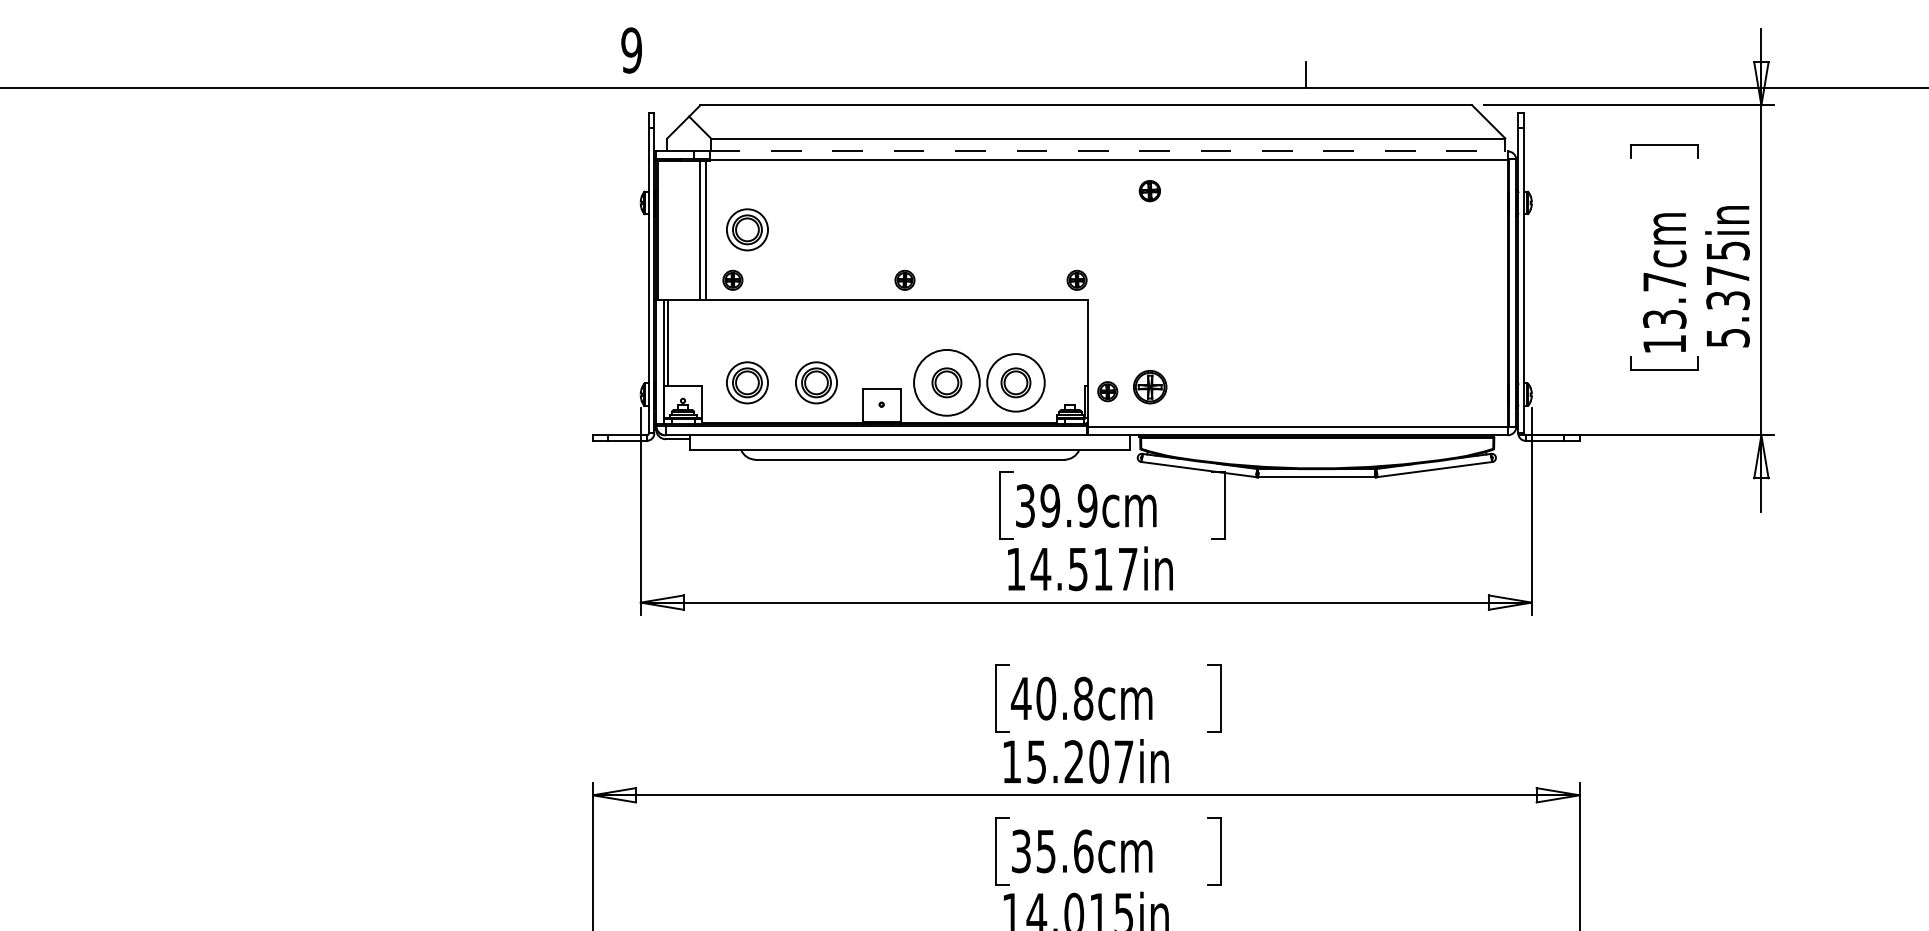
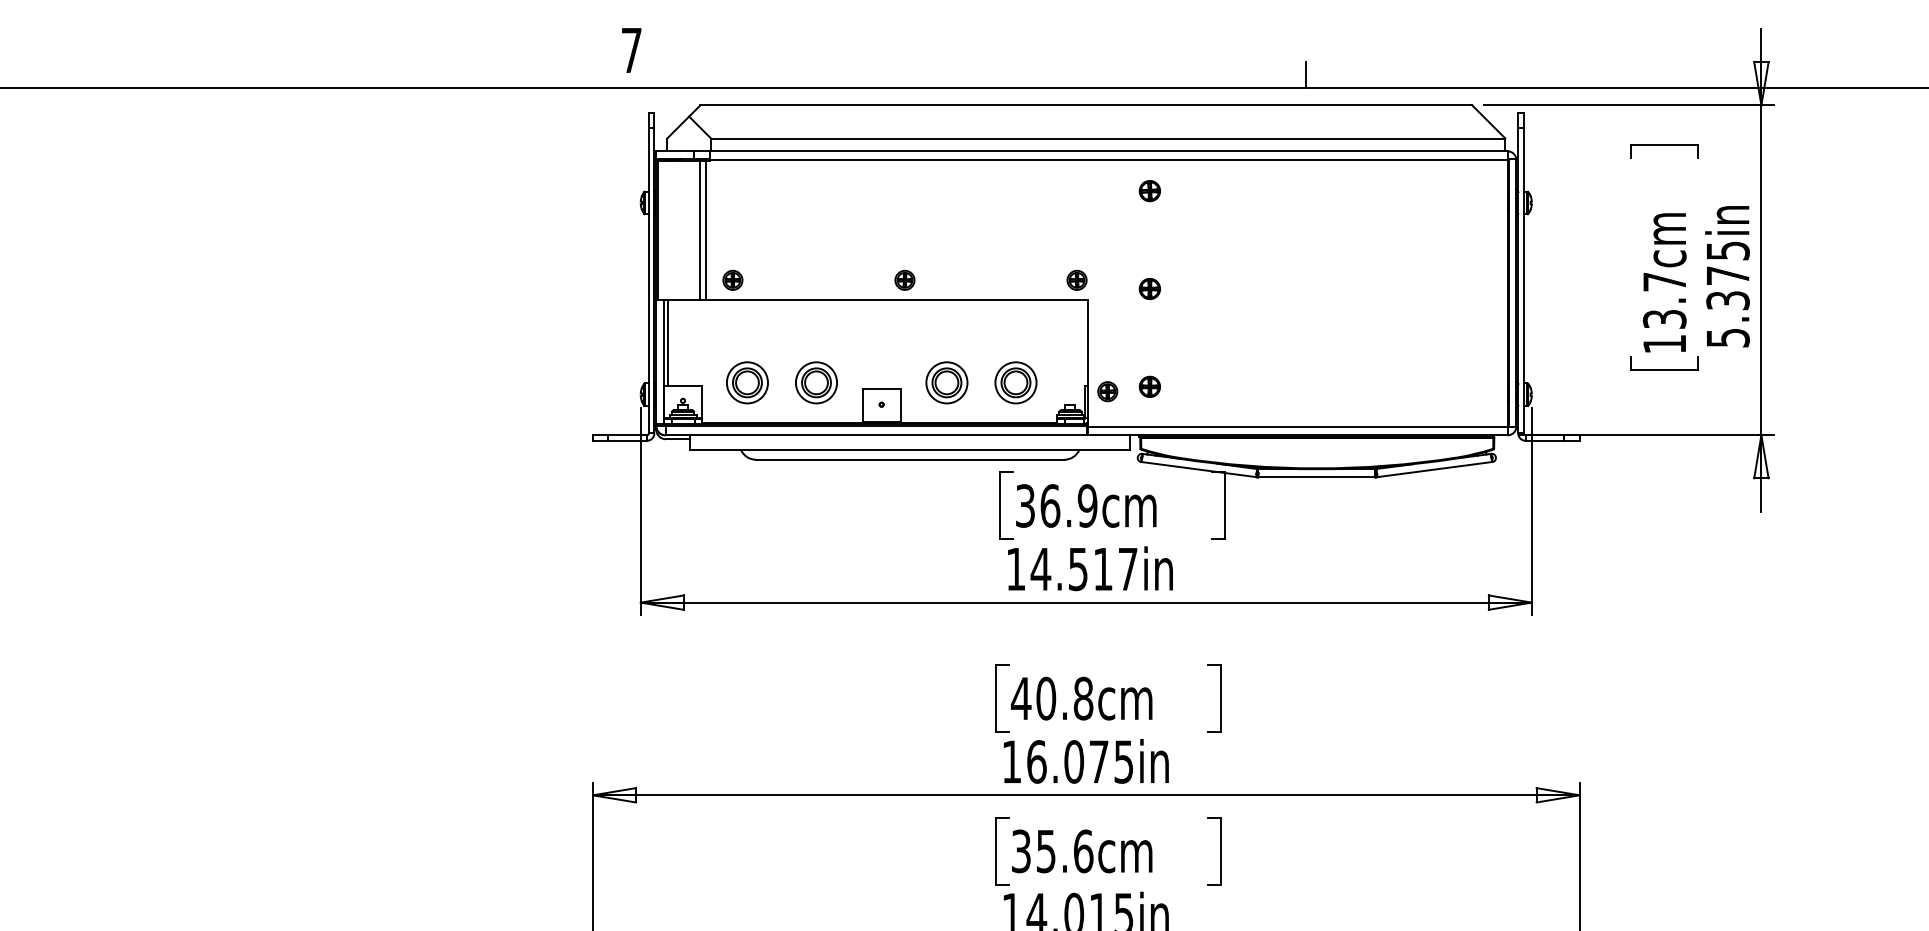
text at (631, 50): 9 -> 7
line at (1109, 151): dashed -> solid
part at (747, 229): present -> none
part at (1149, 288): none -> present
circle at (946, 382) diameter: 66 px -> 41 px
circle at (1015, 382) diameter: 58 px -> 41 px
part at (1150, 387) size: 35x35 px -> 23x23 px
text at (1050, 505): 39.9cm -> 36.9cm
text at (1080, 761): 15.207in -> 16.075in
